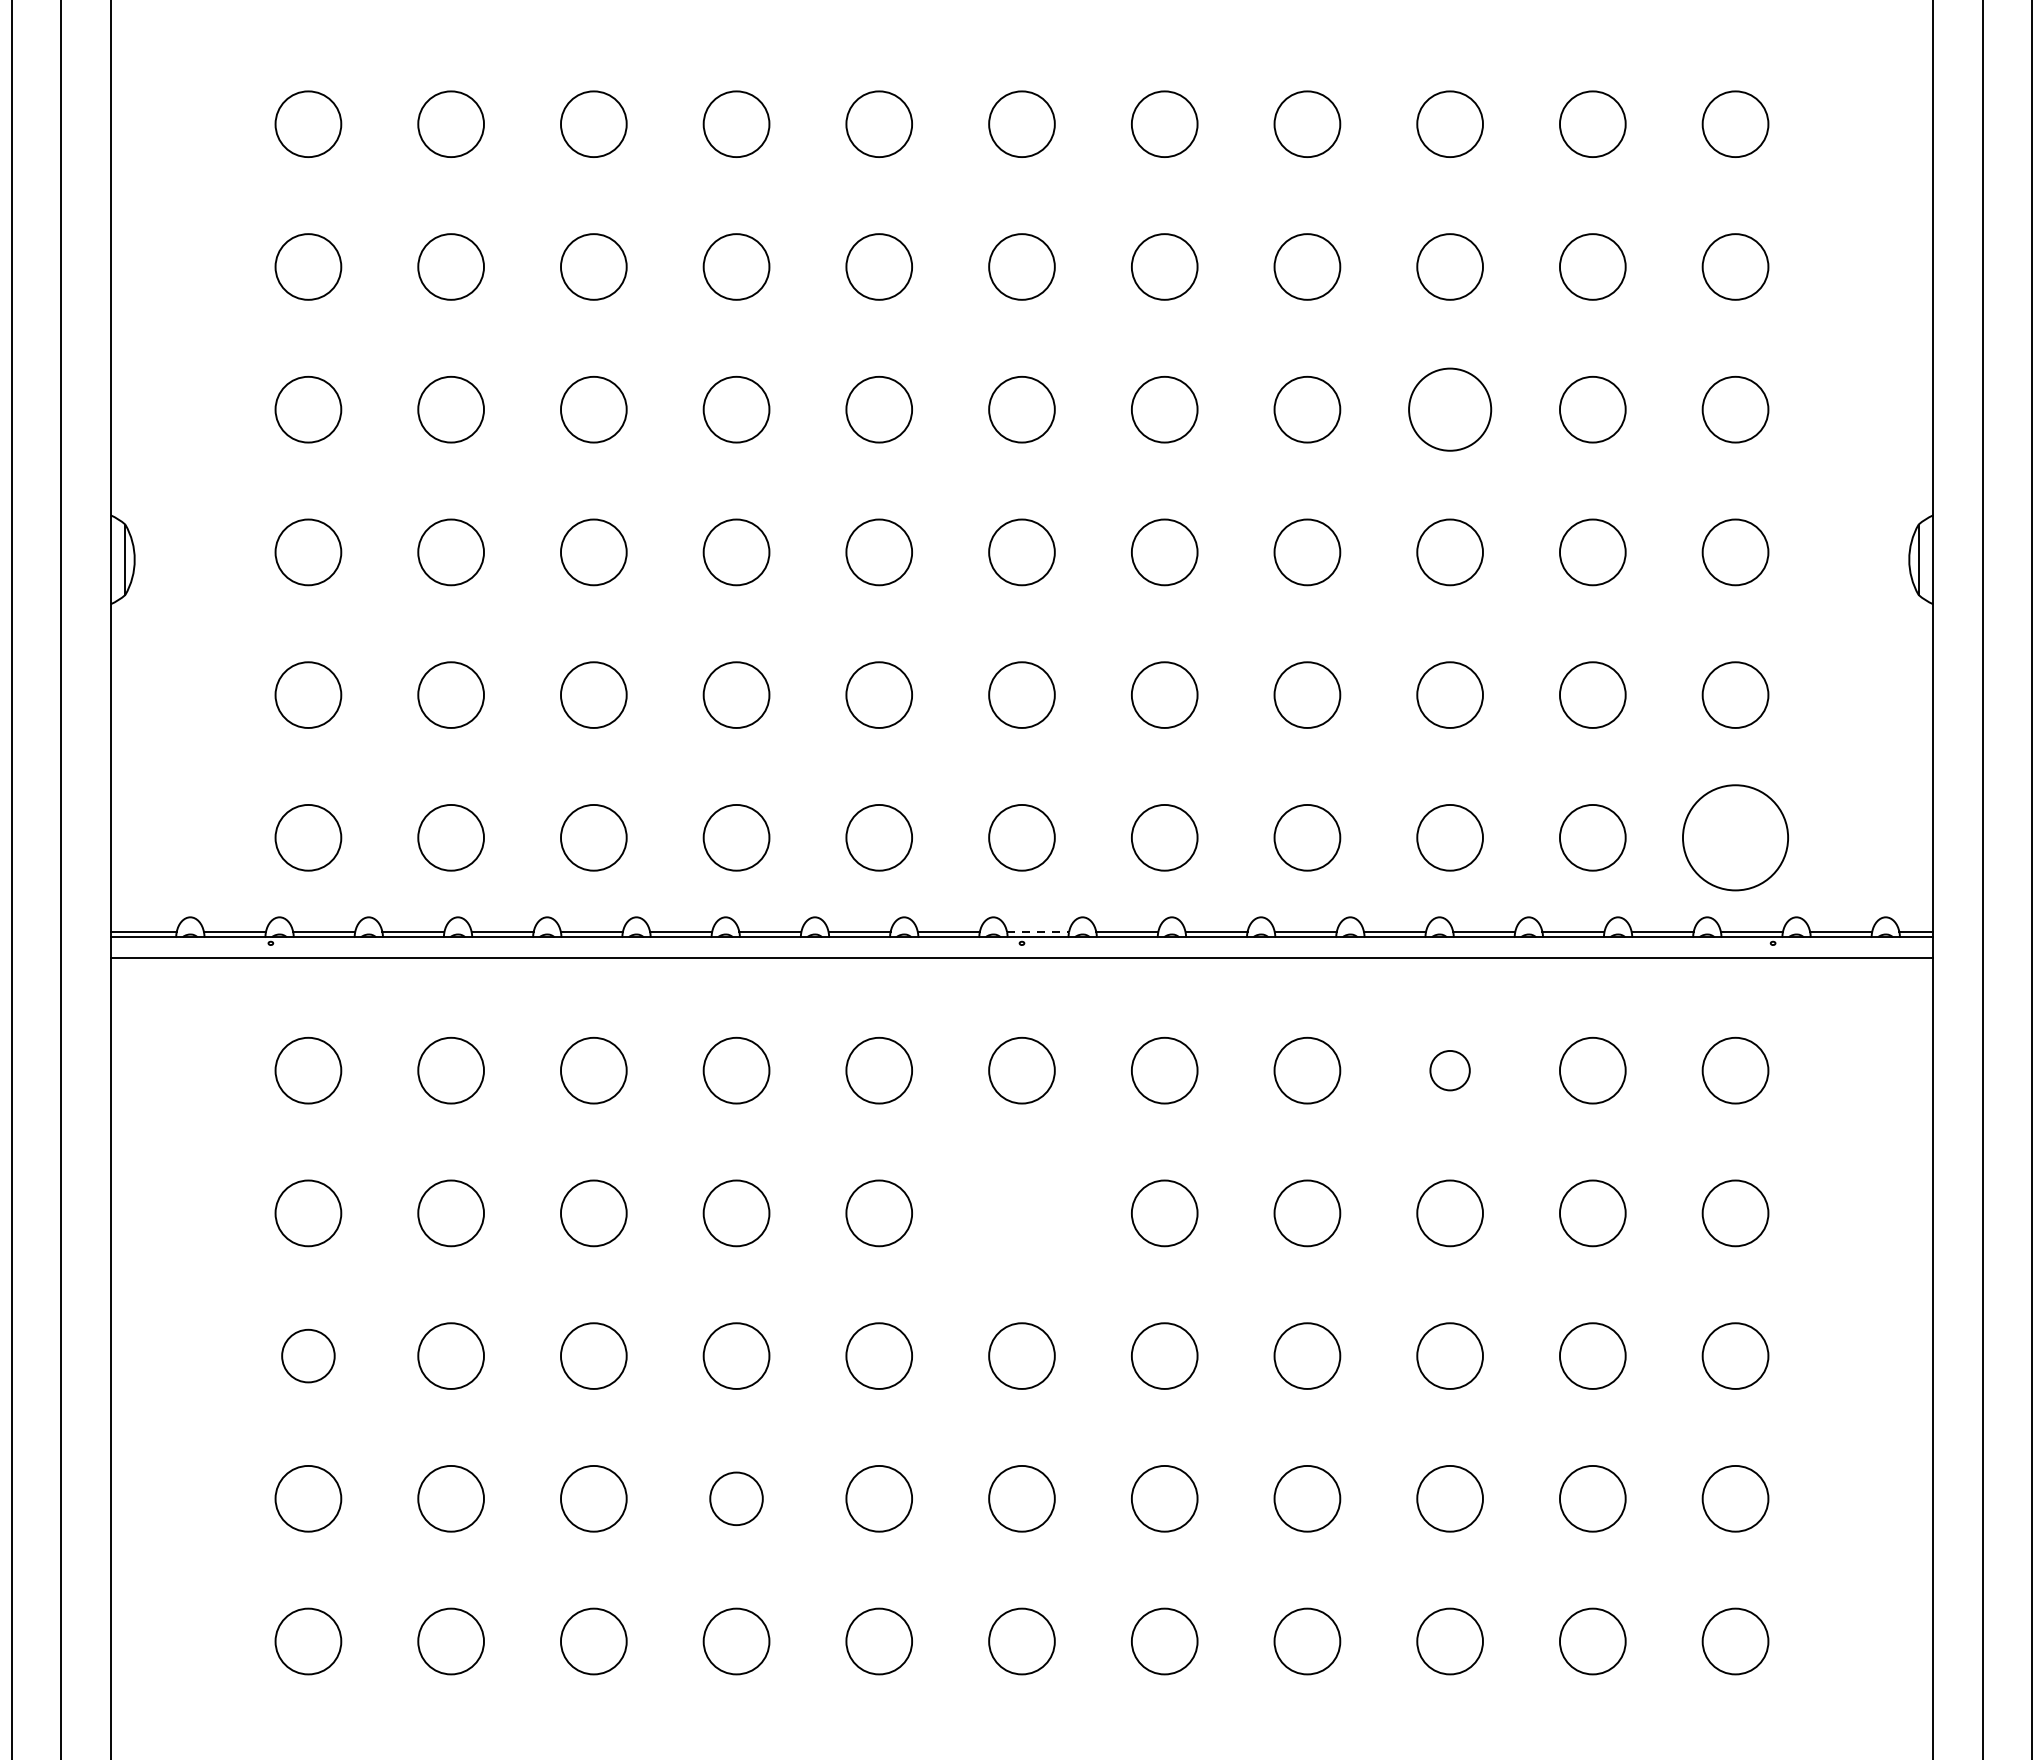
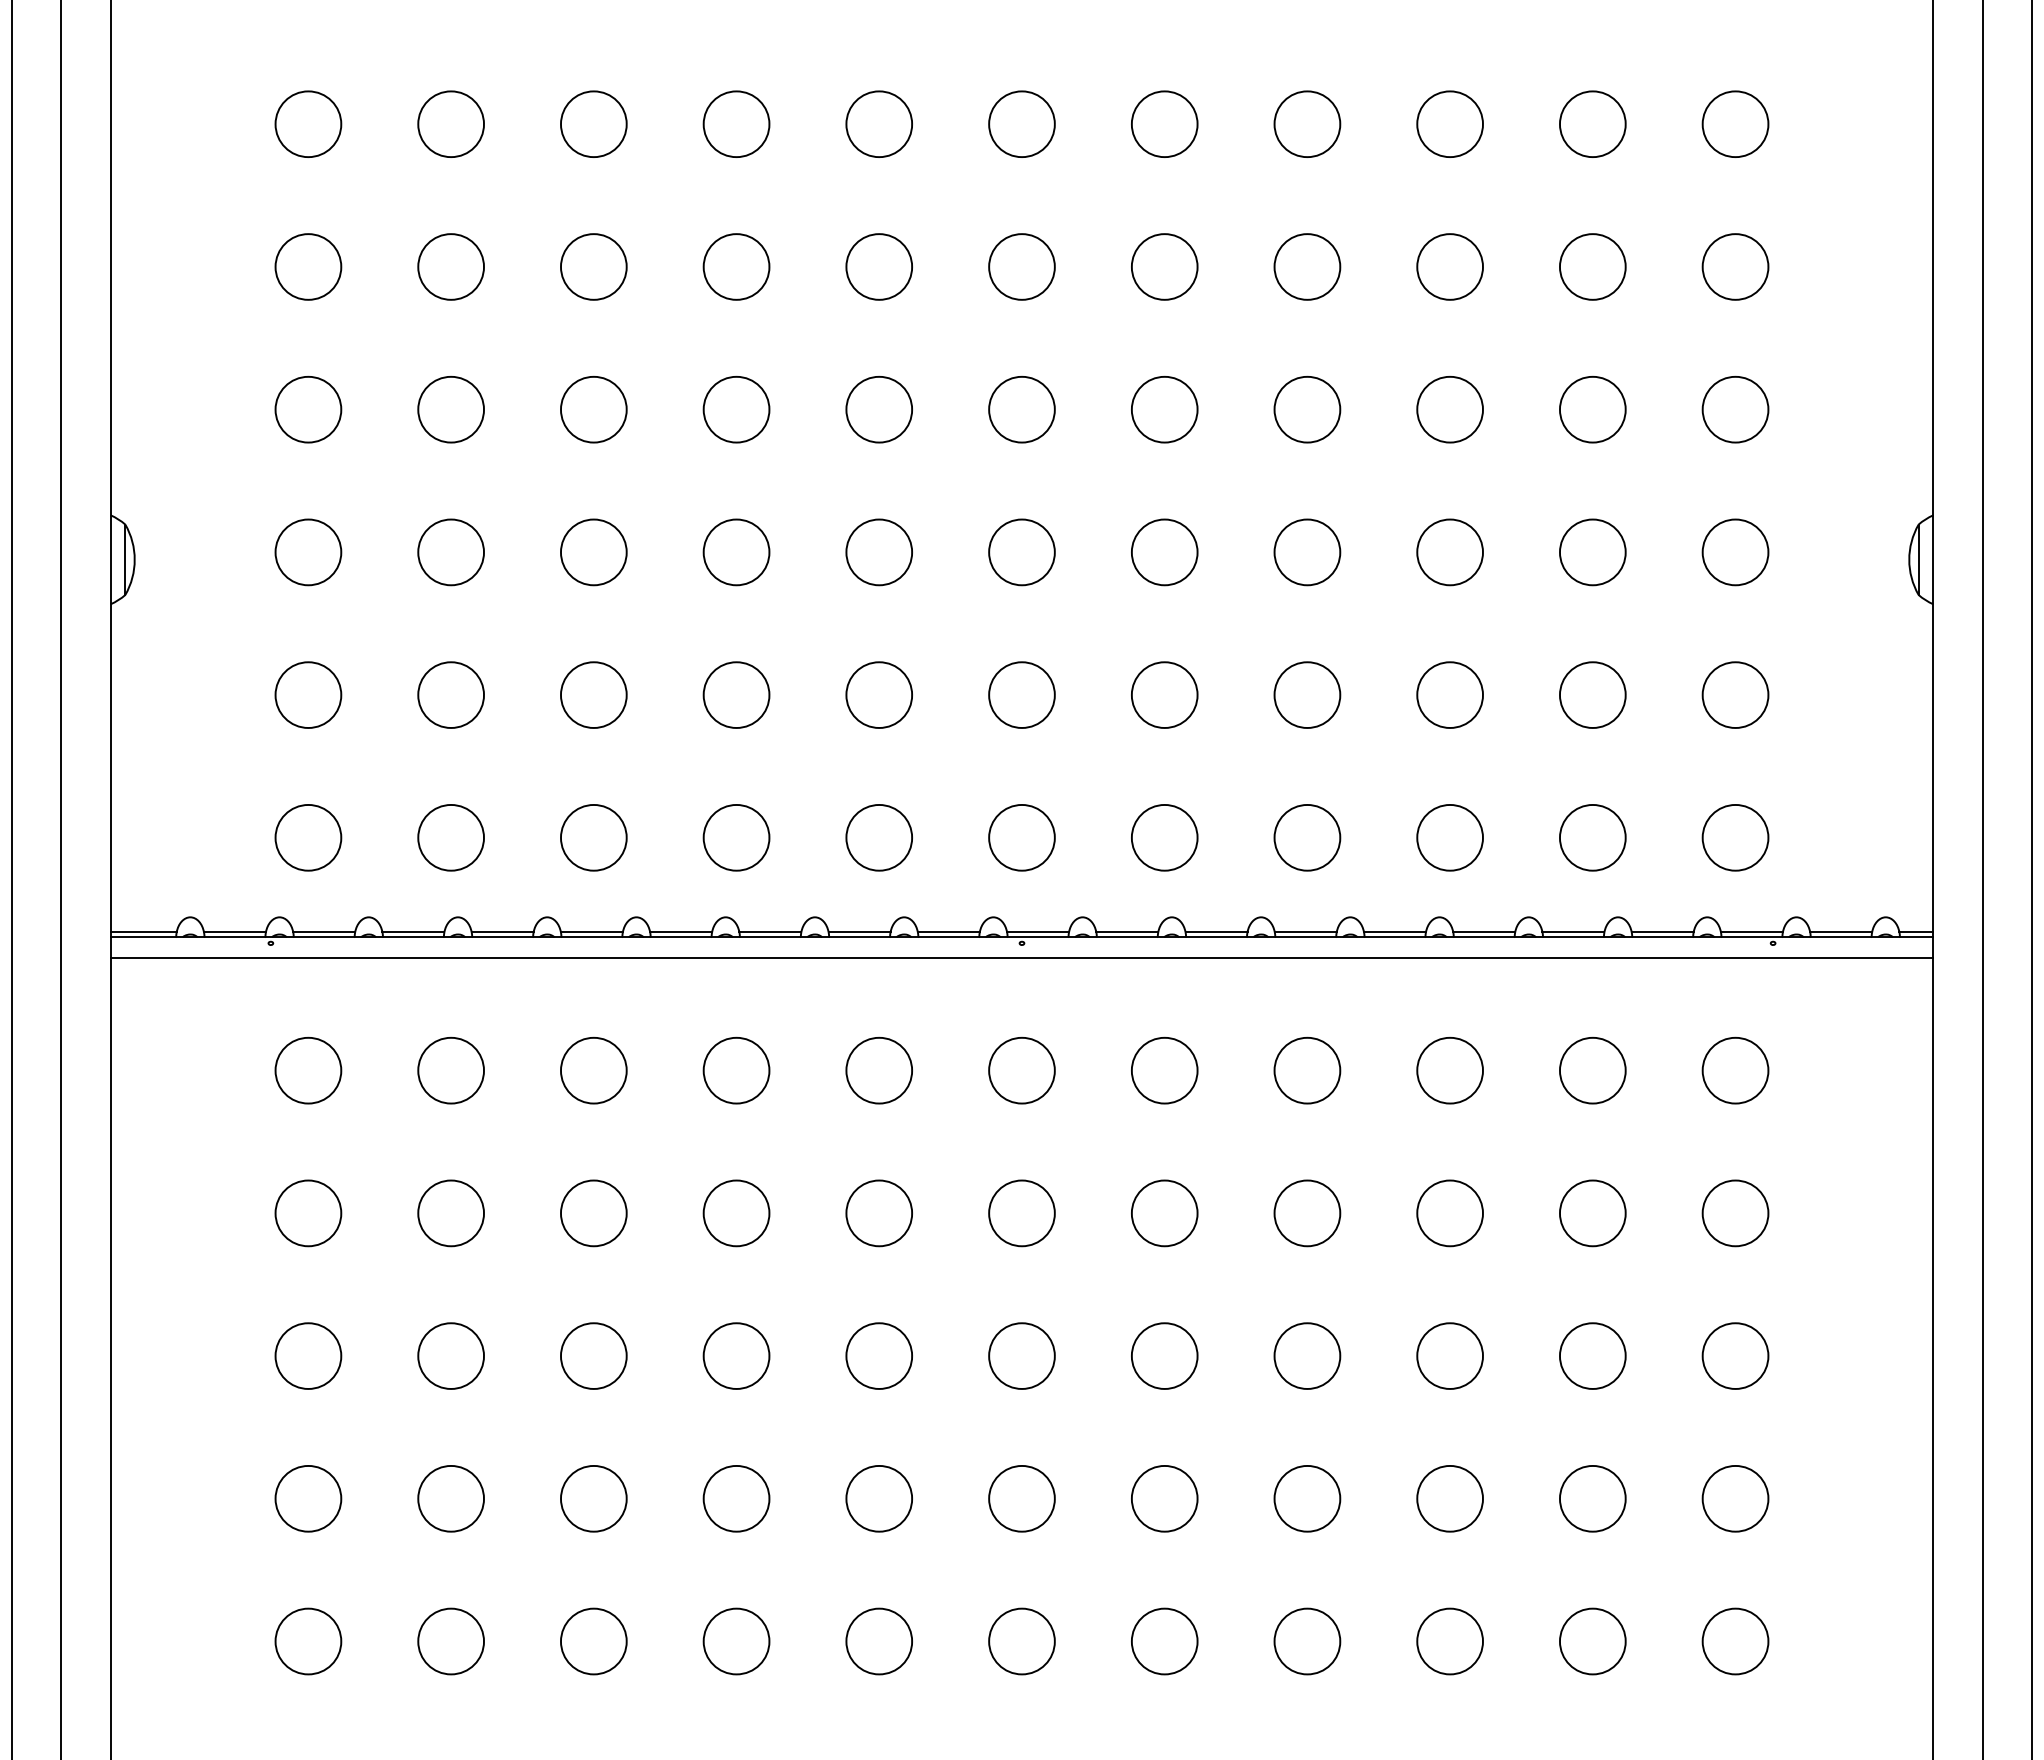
circle at (1450, 409) diameter: 82 px -> 66 px
circle at (1735, 837) diameter: 105 px -> 66 px
line at (1038, 932): dashed -> solid
circle at (1449, 1070) diameter: 39 px -> 66 px
circle at (1021, 1213): none -> present
circle at (308, 1355) diameter: 53 px -> 66 px
circle at (736, 1498) size: 55x55 px -> 69x68 px
